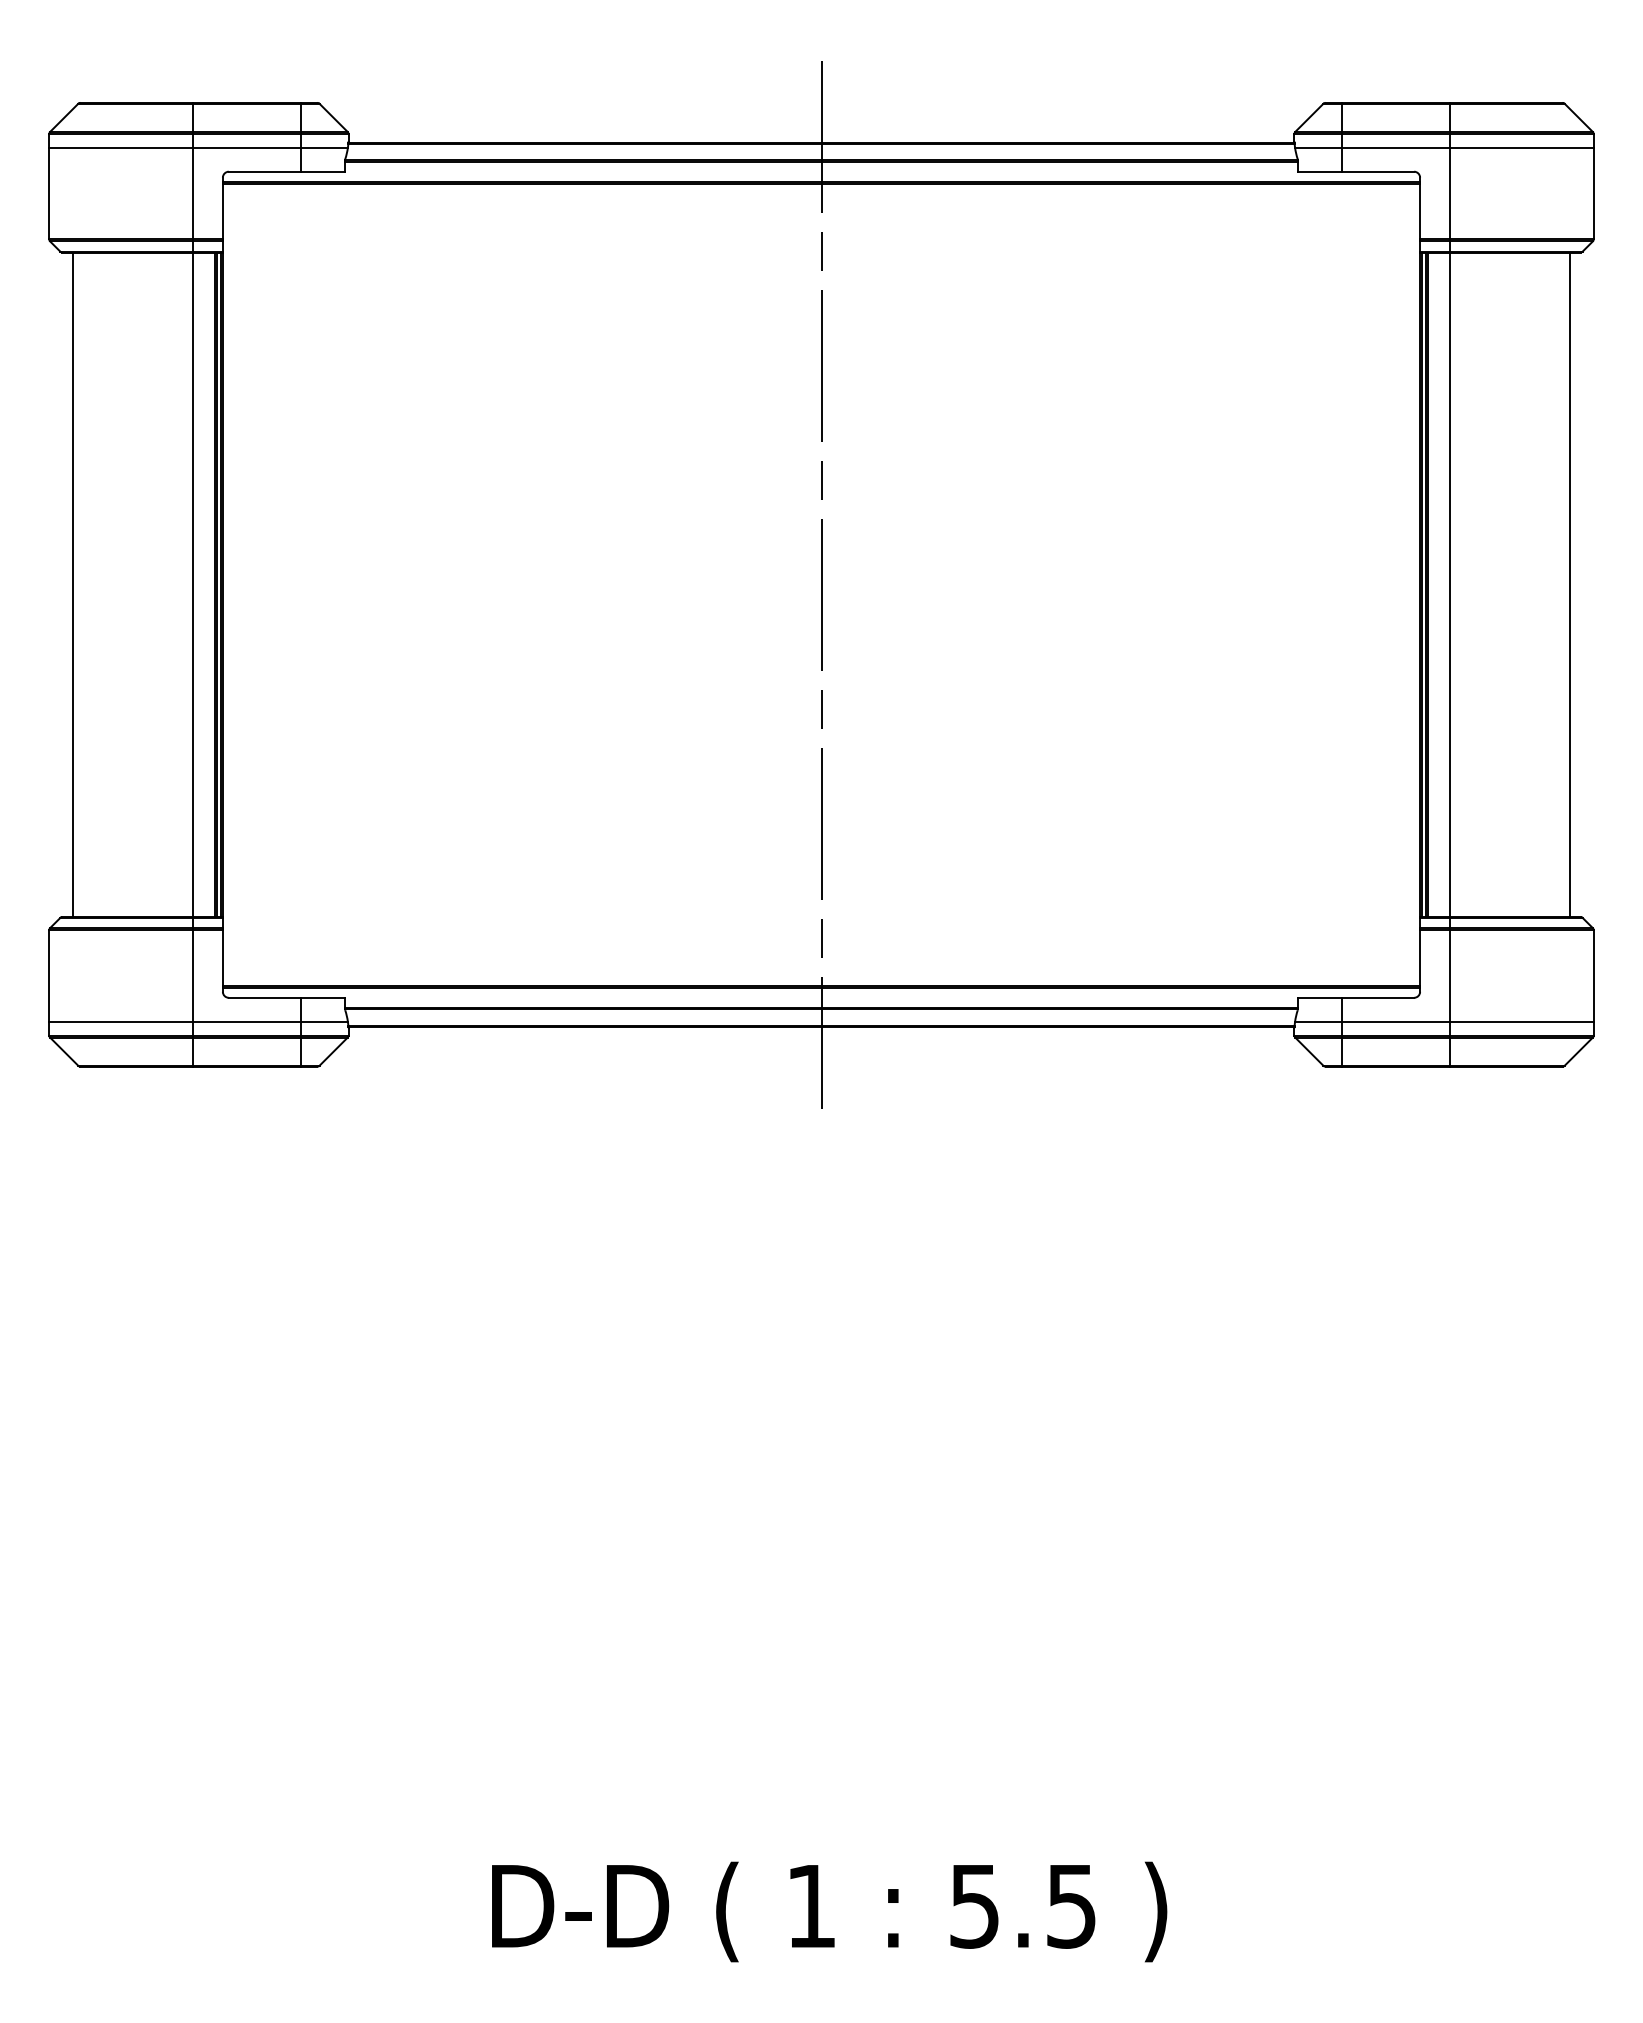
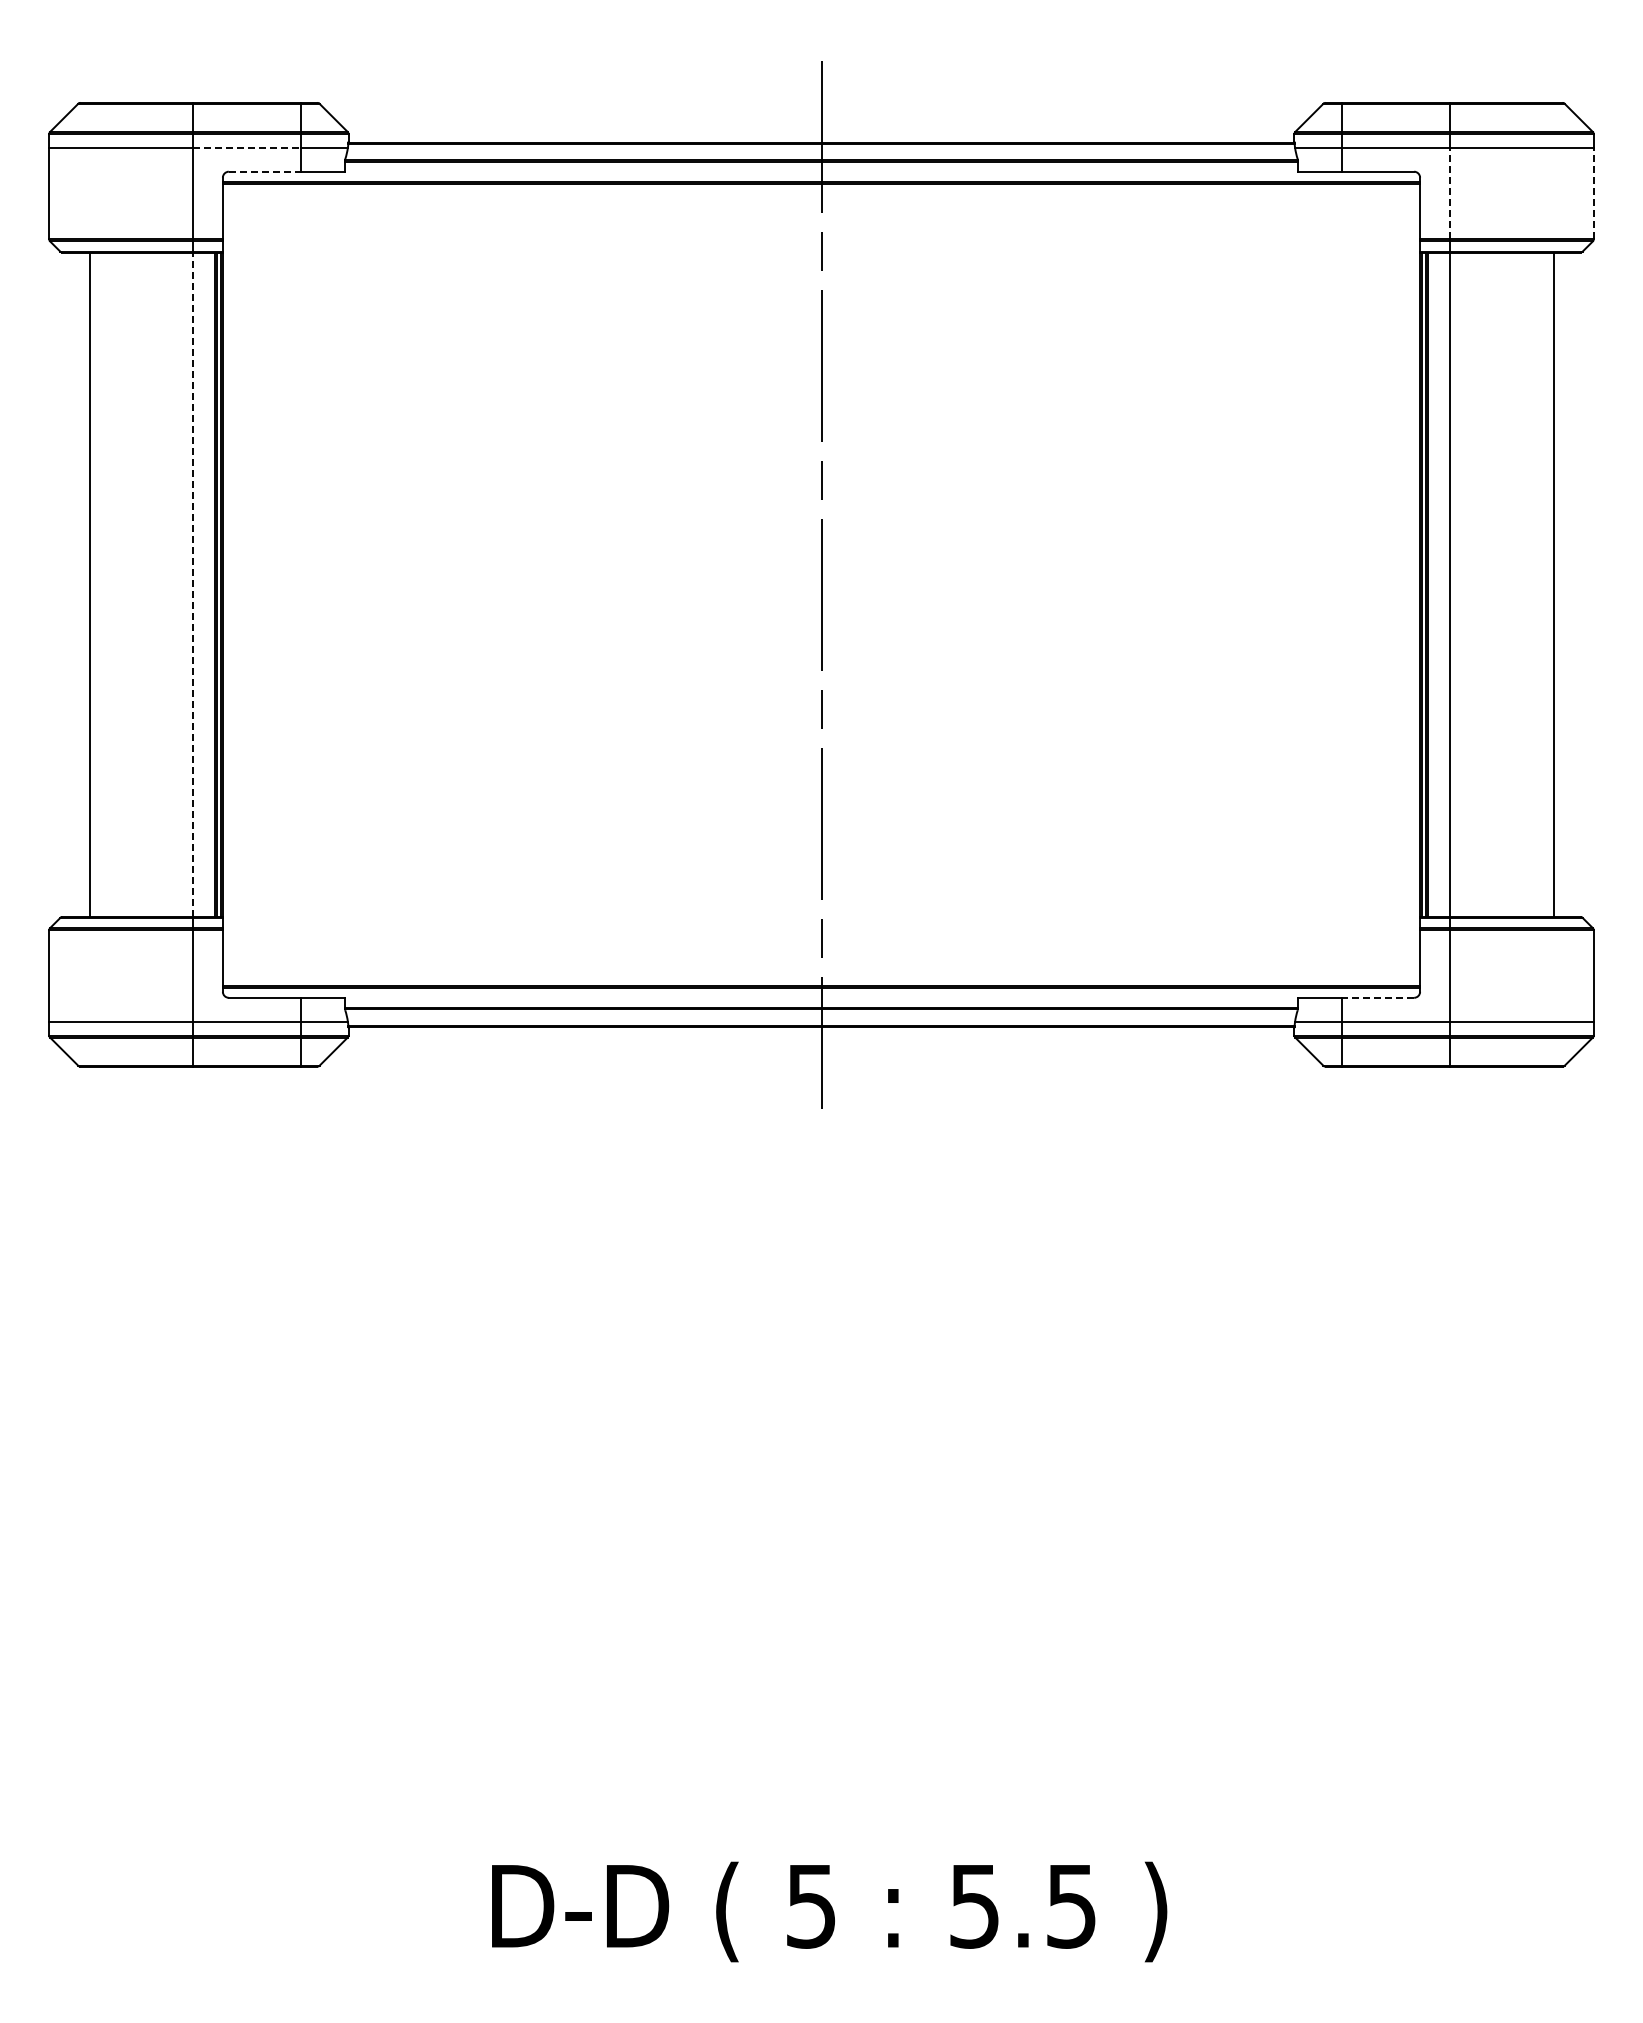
line at (246, 147): solid -> dashed
line at (264, 171): solid -> dashed
line at (1450, 193): solid -> dashed
line at (1593, 193): solid -> dashed
line at (73, 584) position: (73, 584) -> (90, 584)
line at (192, 584): solid -> dashed
line at (1569, 584) position: (1569, 584) -> (1553, 584)
line at (1378, 997): solid -> dashed
text at (810, 1906): 1 -> 5
